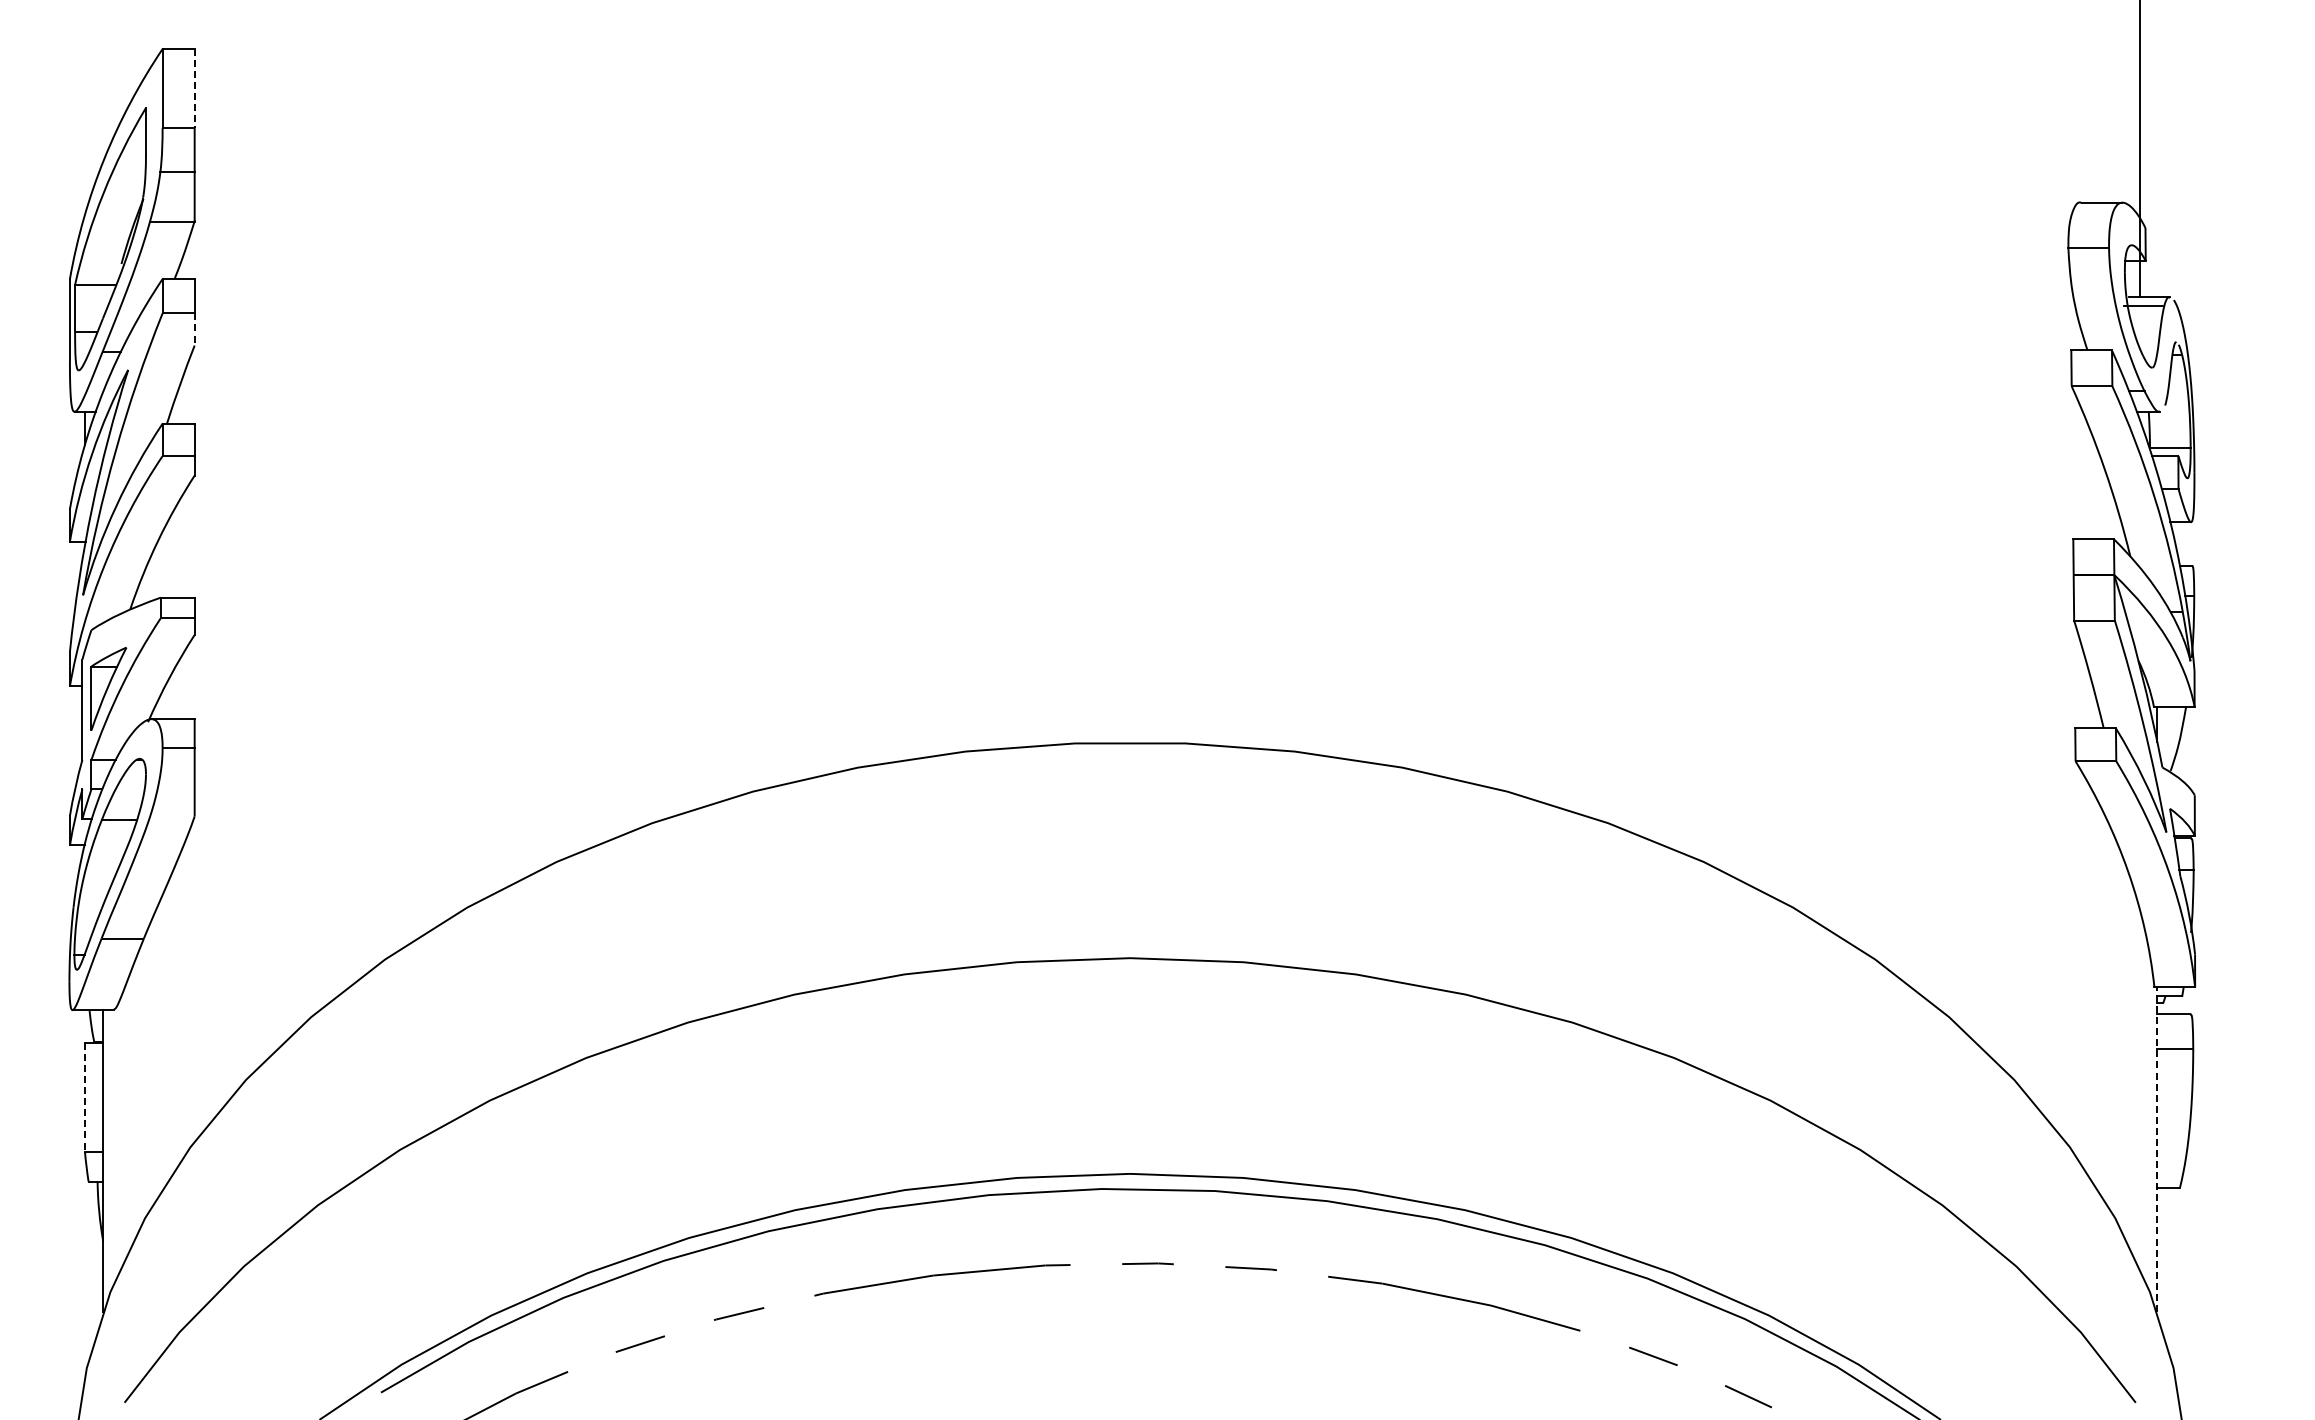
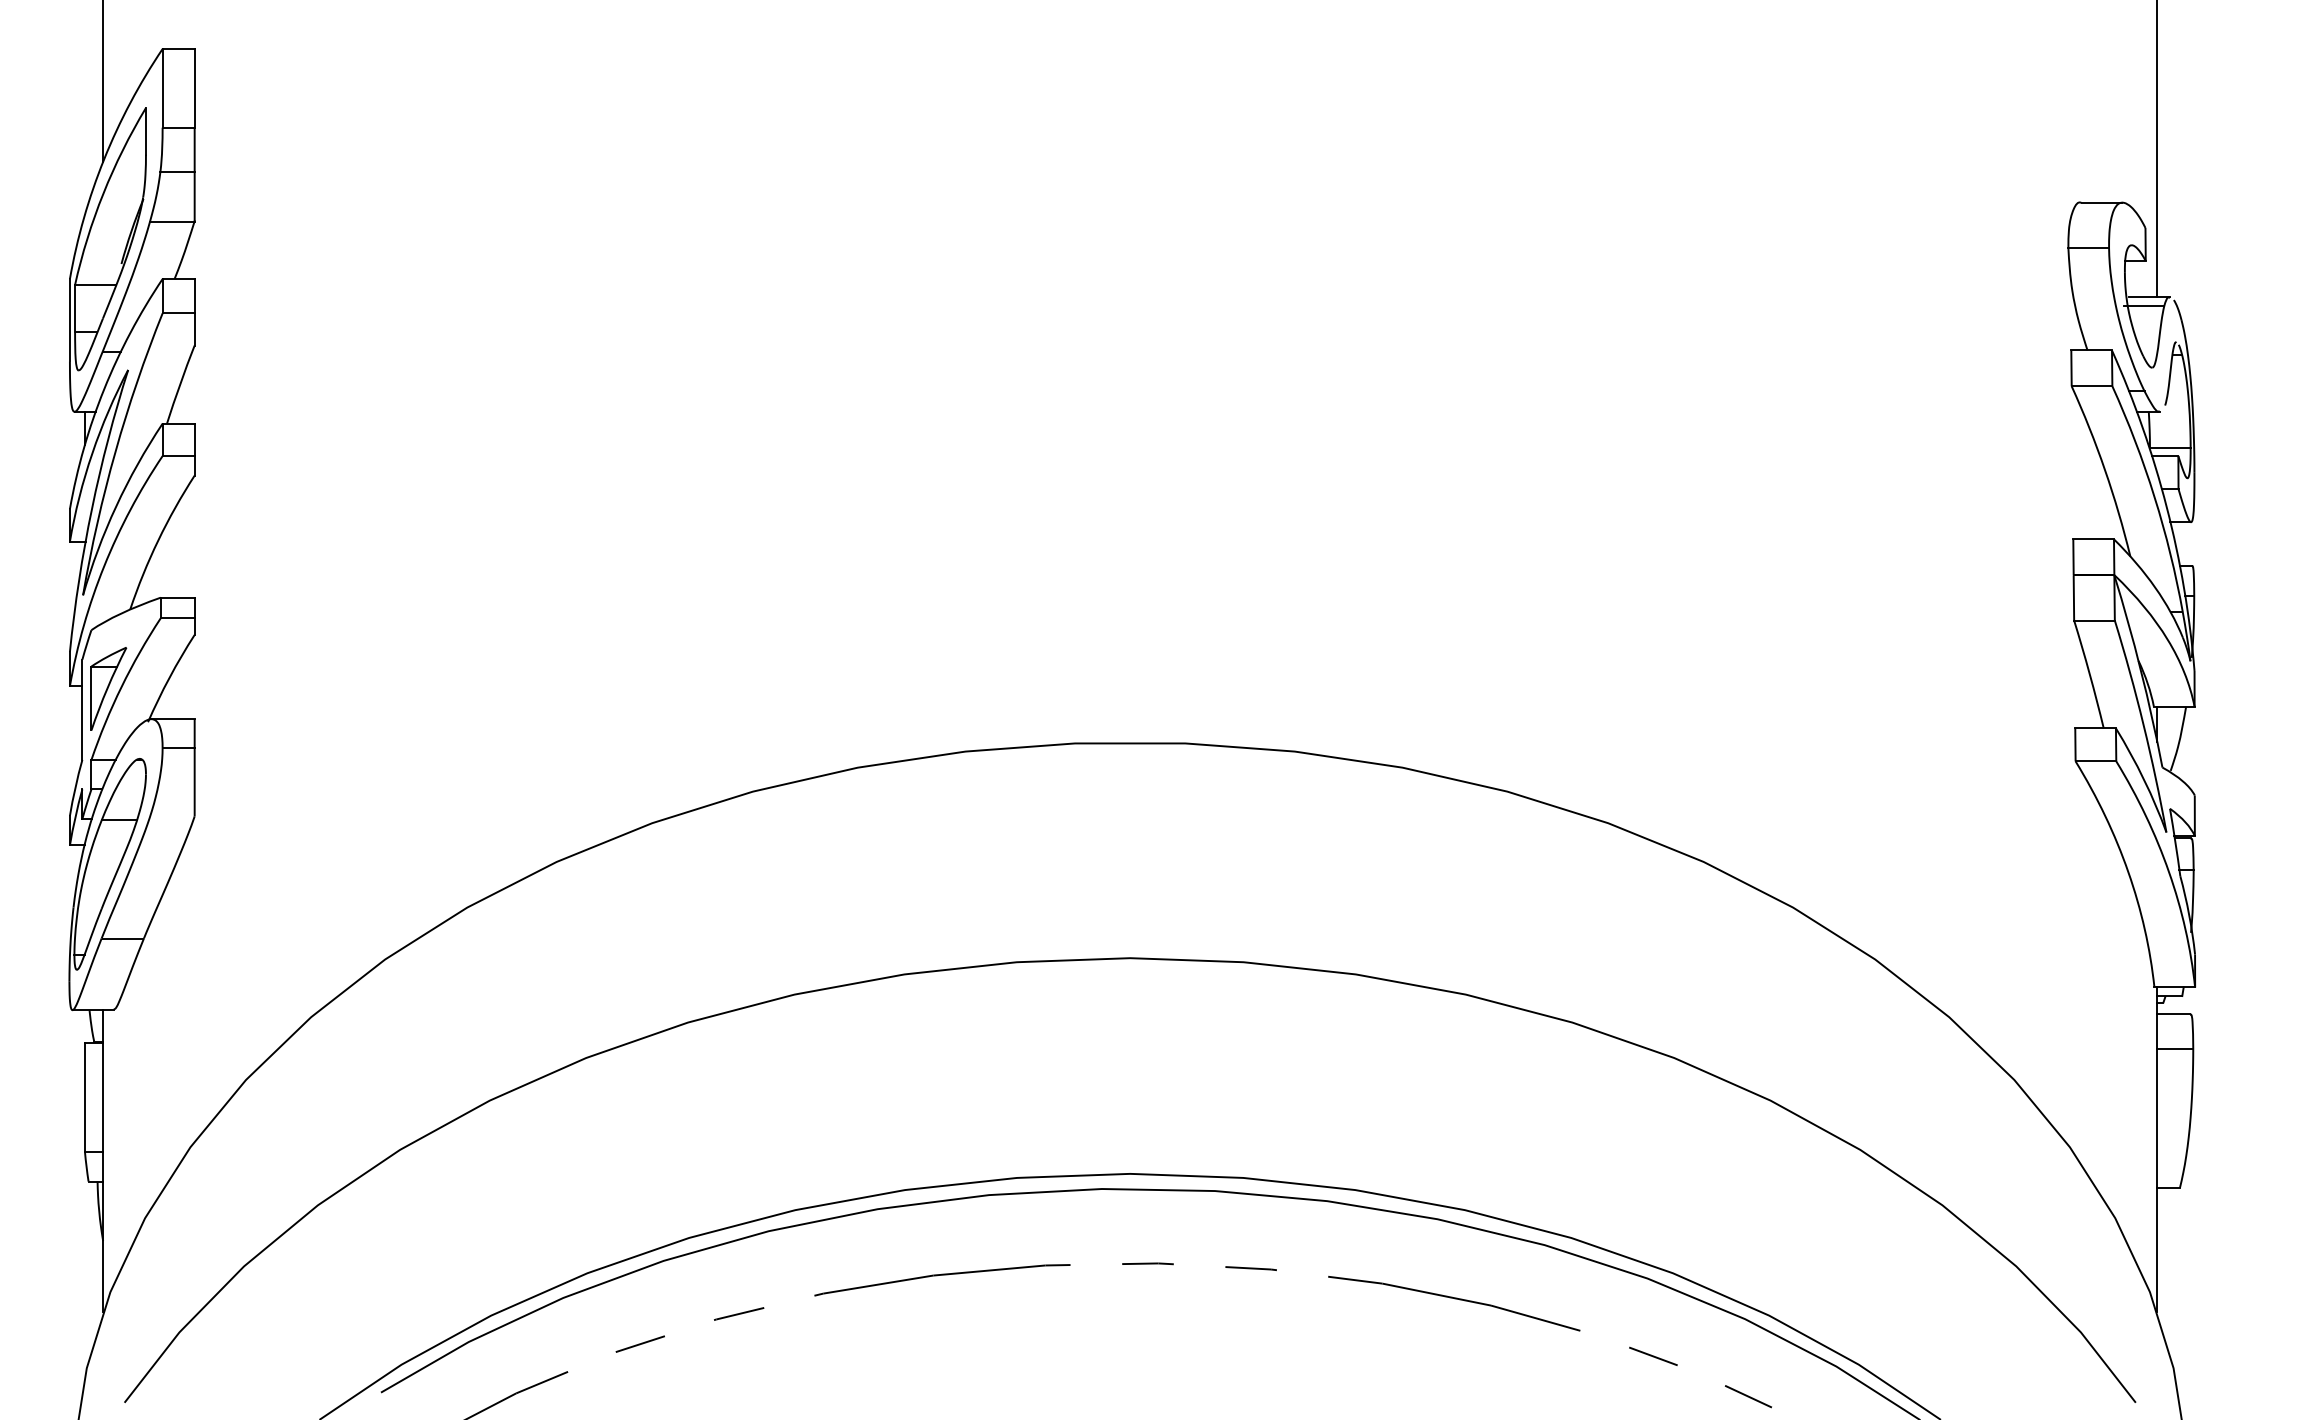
line at (103, 81): none -> present
line at (194, 88): dashed -> solid
line at (2140, 149) position: (2140, 149) -> (2157, 149)
line at (194, 329): dashed -> solid
line at (84, 1097): dashed -> solid
line at (2157, 1149): dashed -> solid
